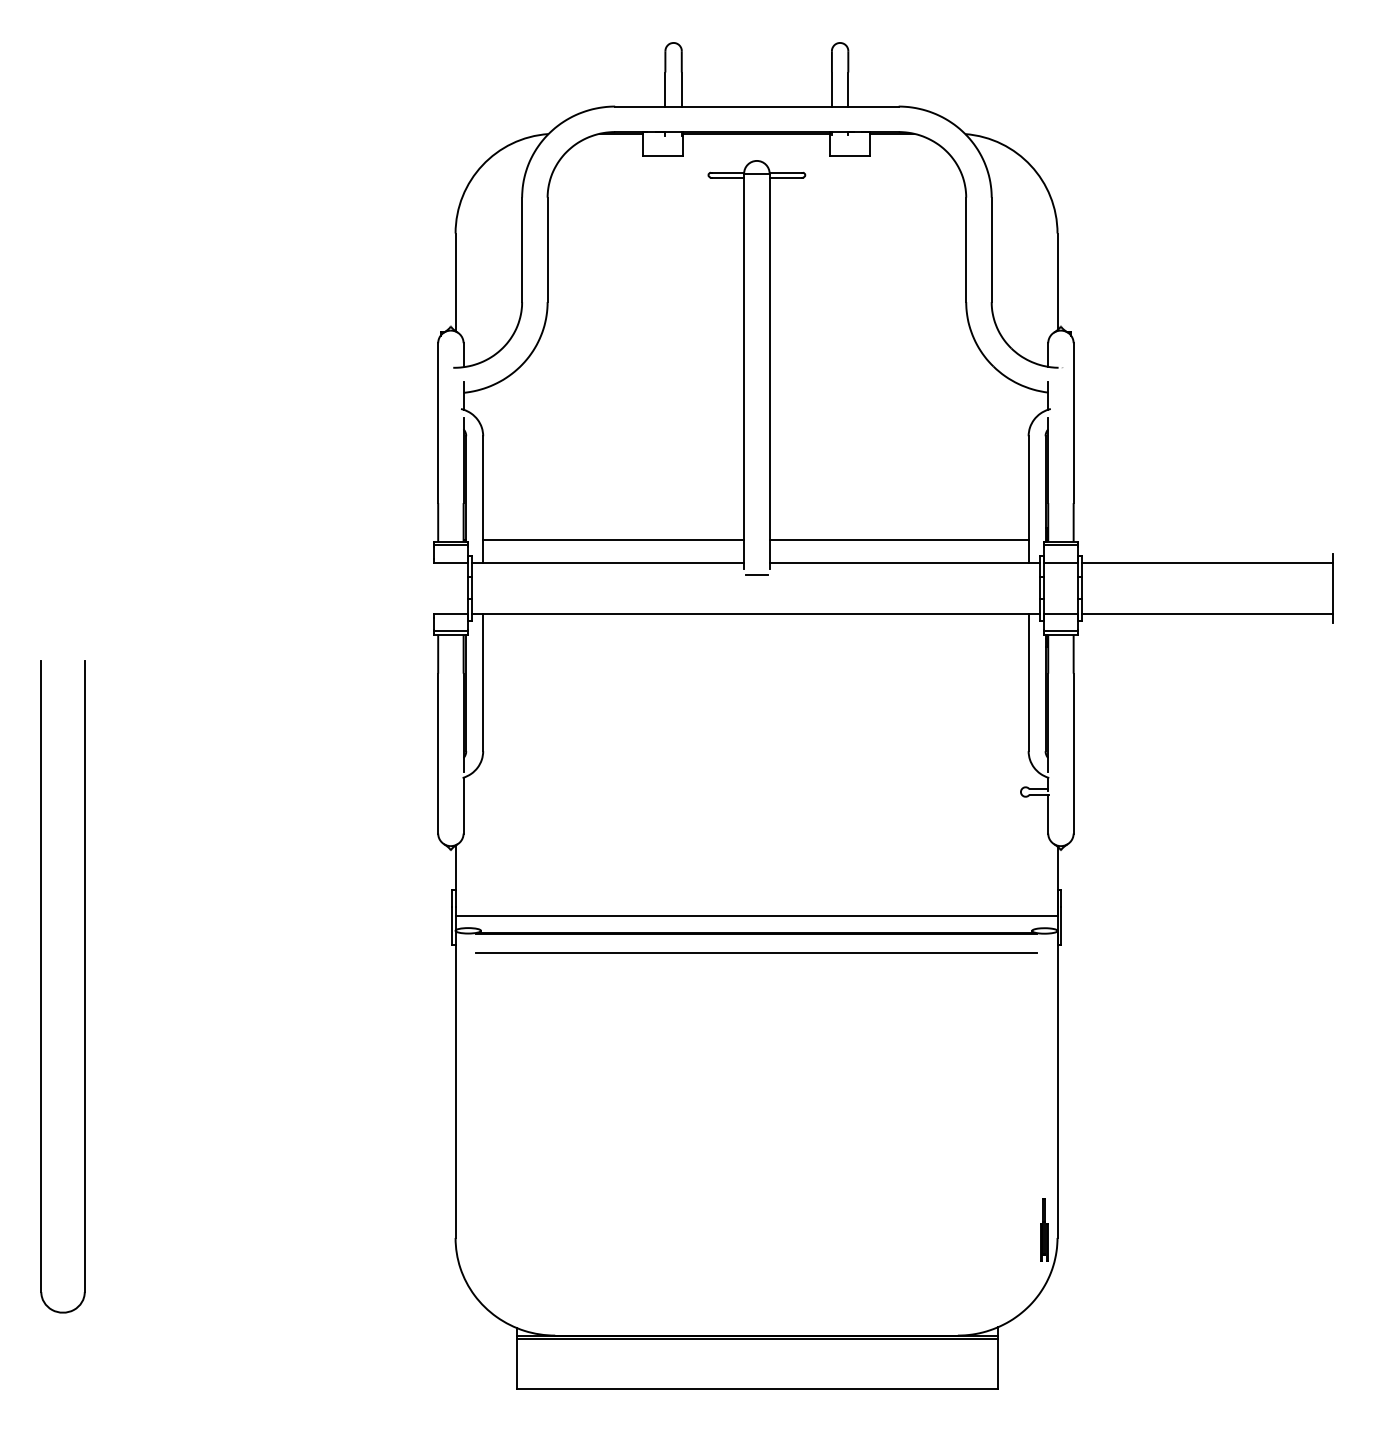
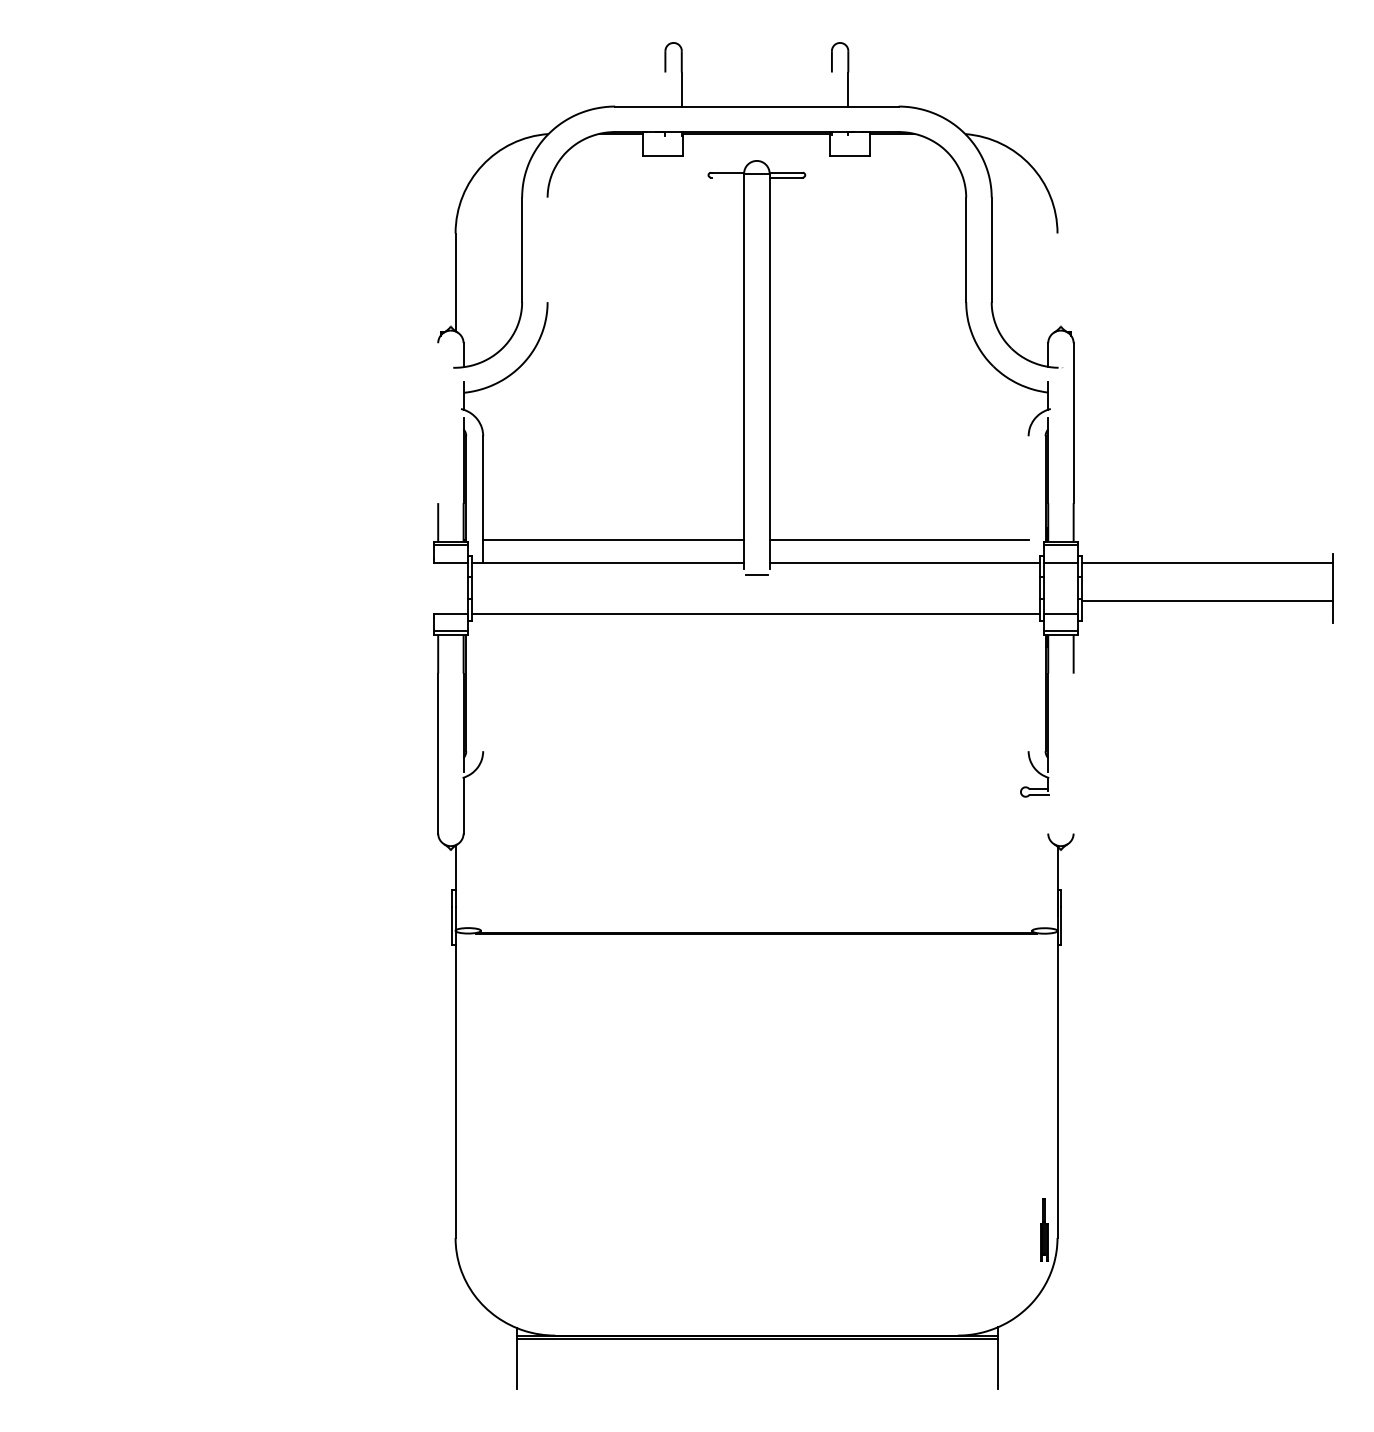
line at (665, 89): present -> none
line at (831, 89): present -> none
line at (727, 177): present -> none
line at (547, 249): present -> none
line at (1057, 281): present -> none
line at (438, 423): present -> none
line at (1028, 499): present -> none
line at (1206, 613) position: (1206, 613) -> (1206, 600)
line at (483, 682): present -> none
line at (1028, 682): present -> none
line at (1073, 753): present -> none
line at (1048, 813): present -> none
line at (756, 916): present -> none
line at (756, 952): present -> none
part at (41, 986): present -> none
line at (757, 1389): present -> none
